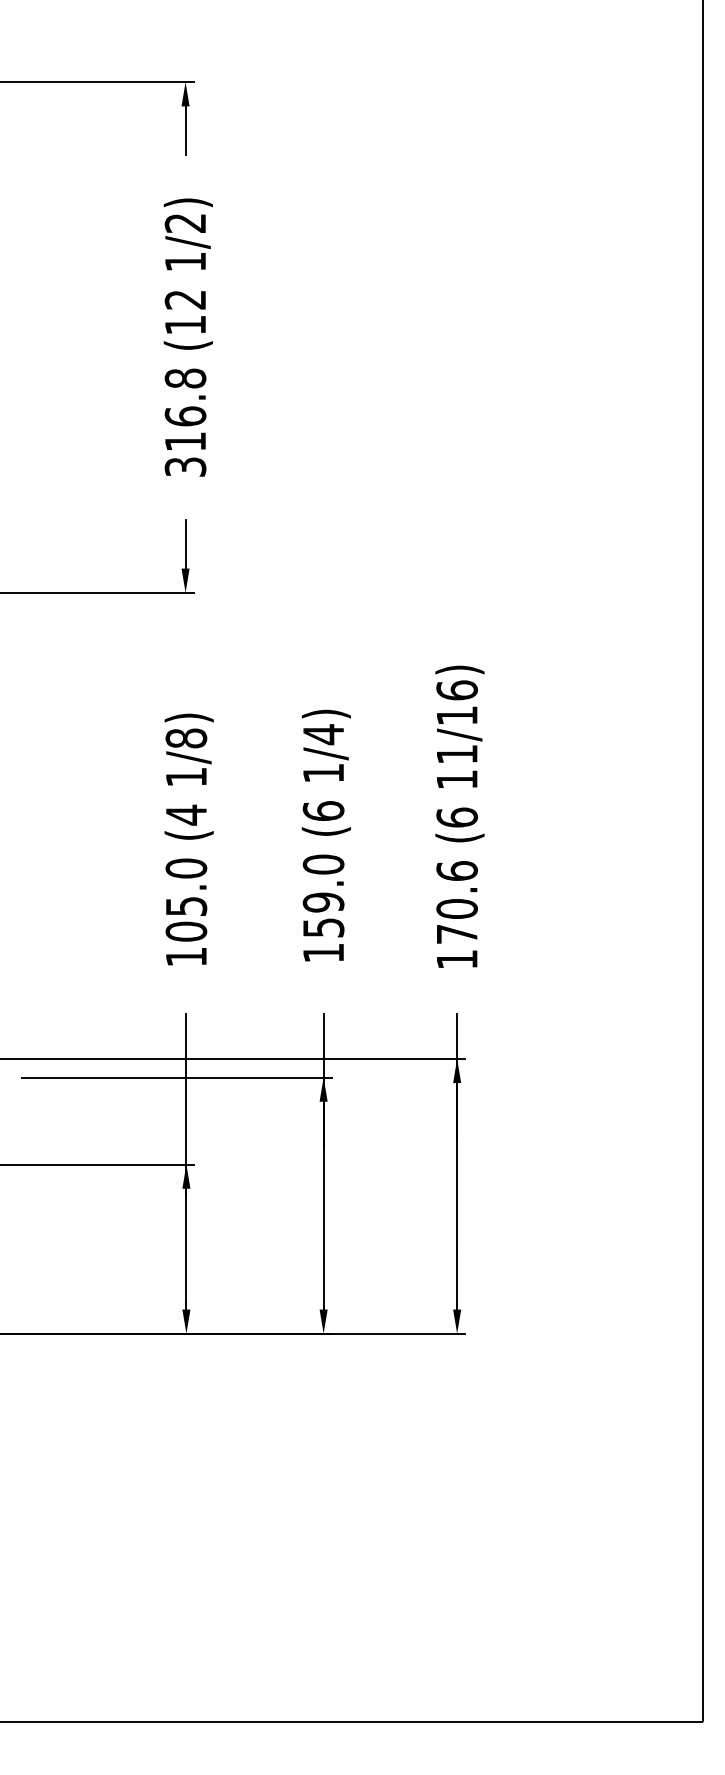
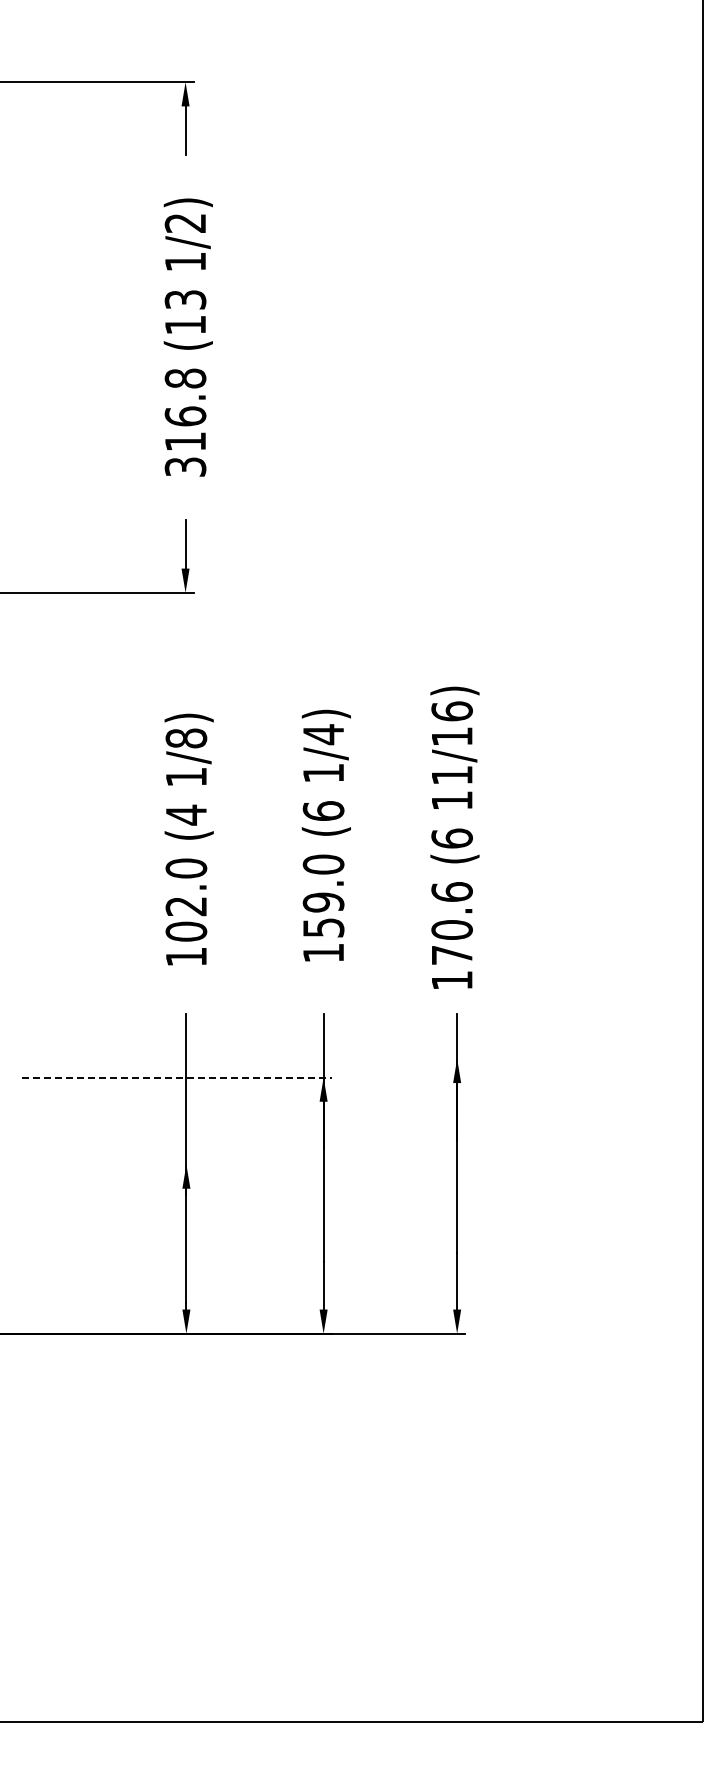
text at (185, 299): (12 -> (13
text at (459, 816) position: (459, 816) -> (454, 837)
text at (186, 906): 105.0 -> 102.0
line at (233, 1058): present -> none
line at (176, 1077): solid -> dashed
line at (98, 1164): present -> none
